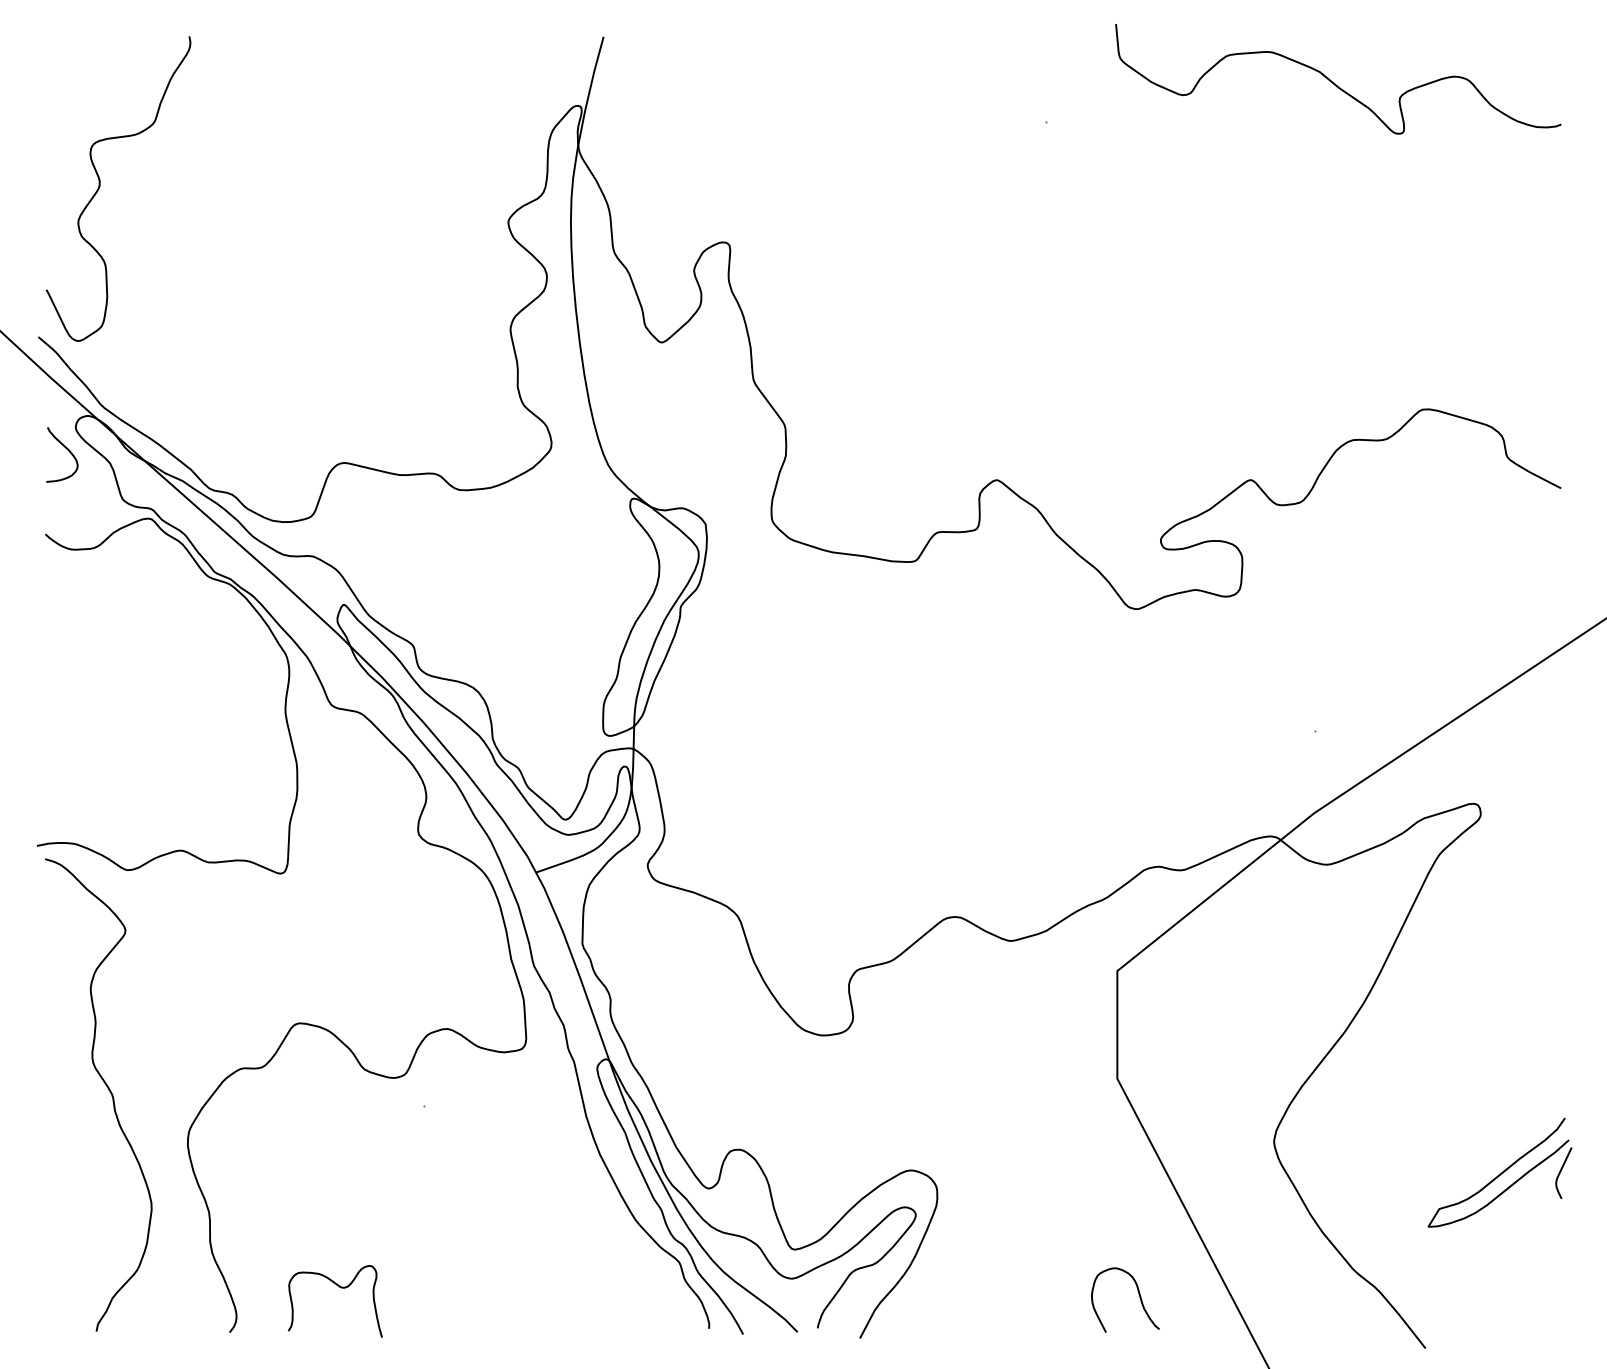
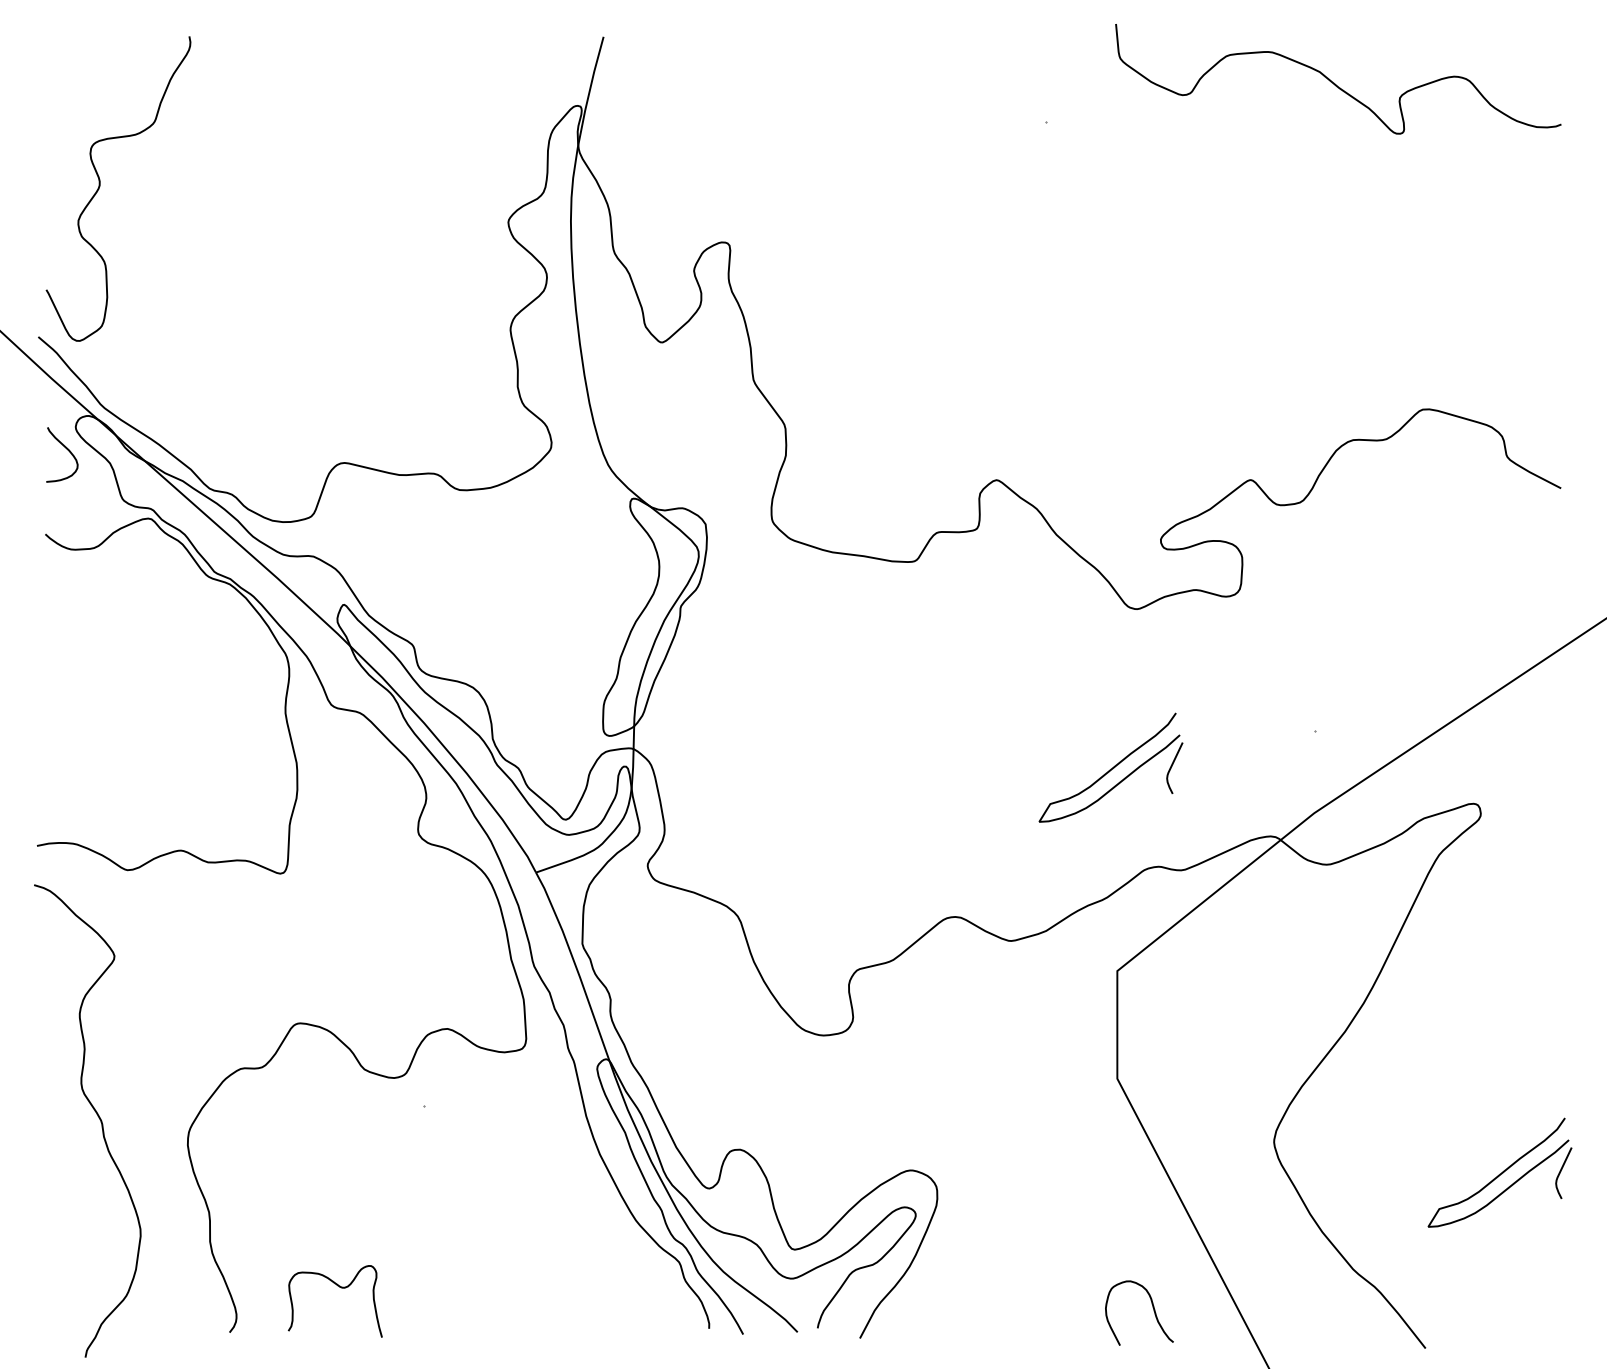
part at (1110, 767): none -> present
curve at (108, 1090) position: (108, 1090) -> (97, 1116)
curve at (1138, 1294) position: (1138, 1294) -> (1152, 1307)
